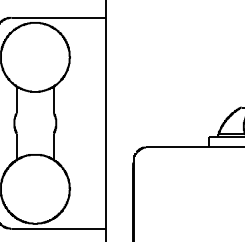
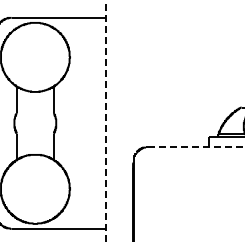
line at (106, 120): solid -> dashed
line at (198, 147): solid -> dashed
